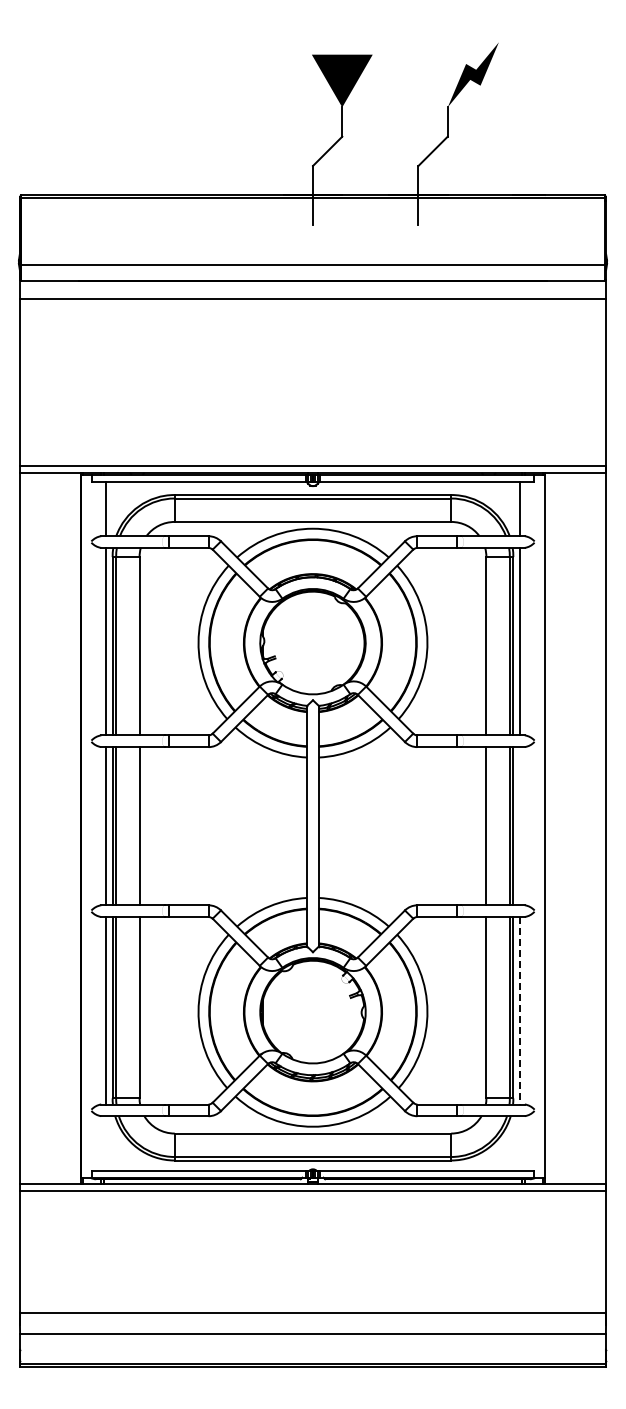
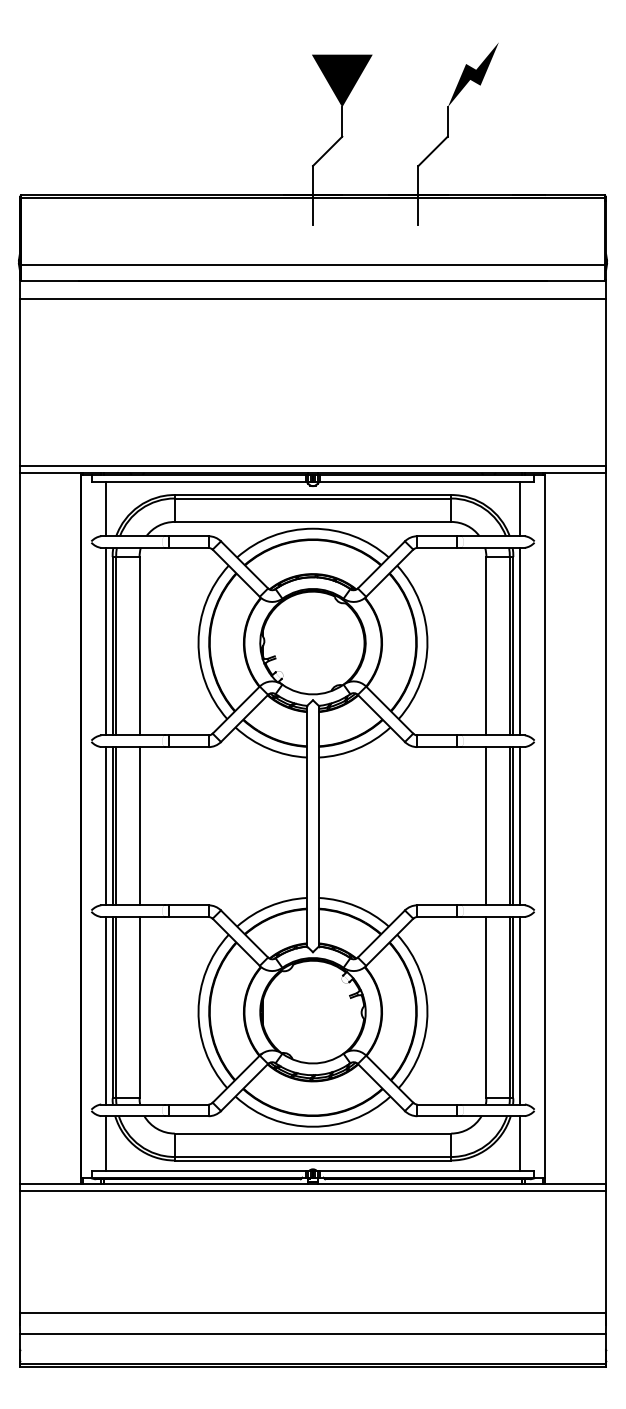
line at (520, 826): none -> present
line at (520, 1010): dashed -> solid
line at (105, 1143): none -> present
line at (520, 1143): none -> present
